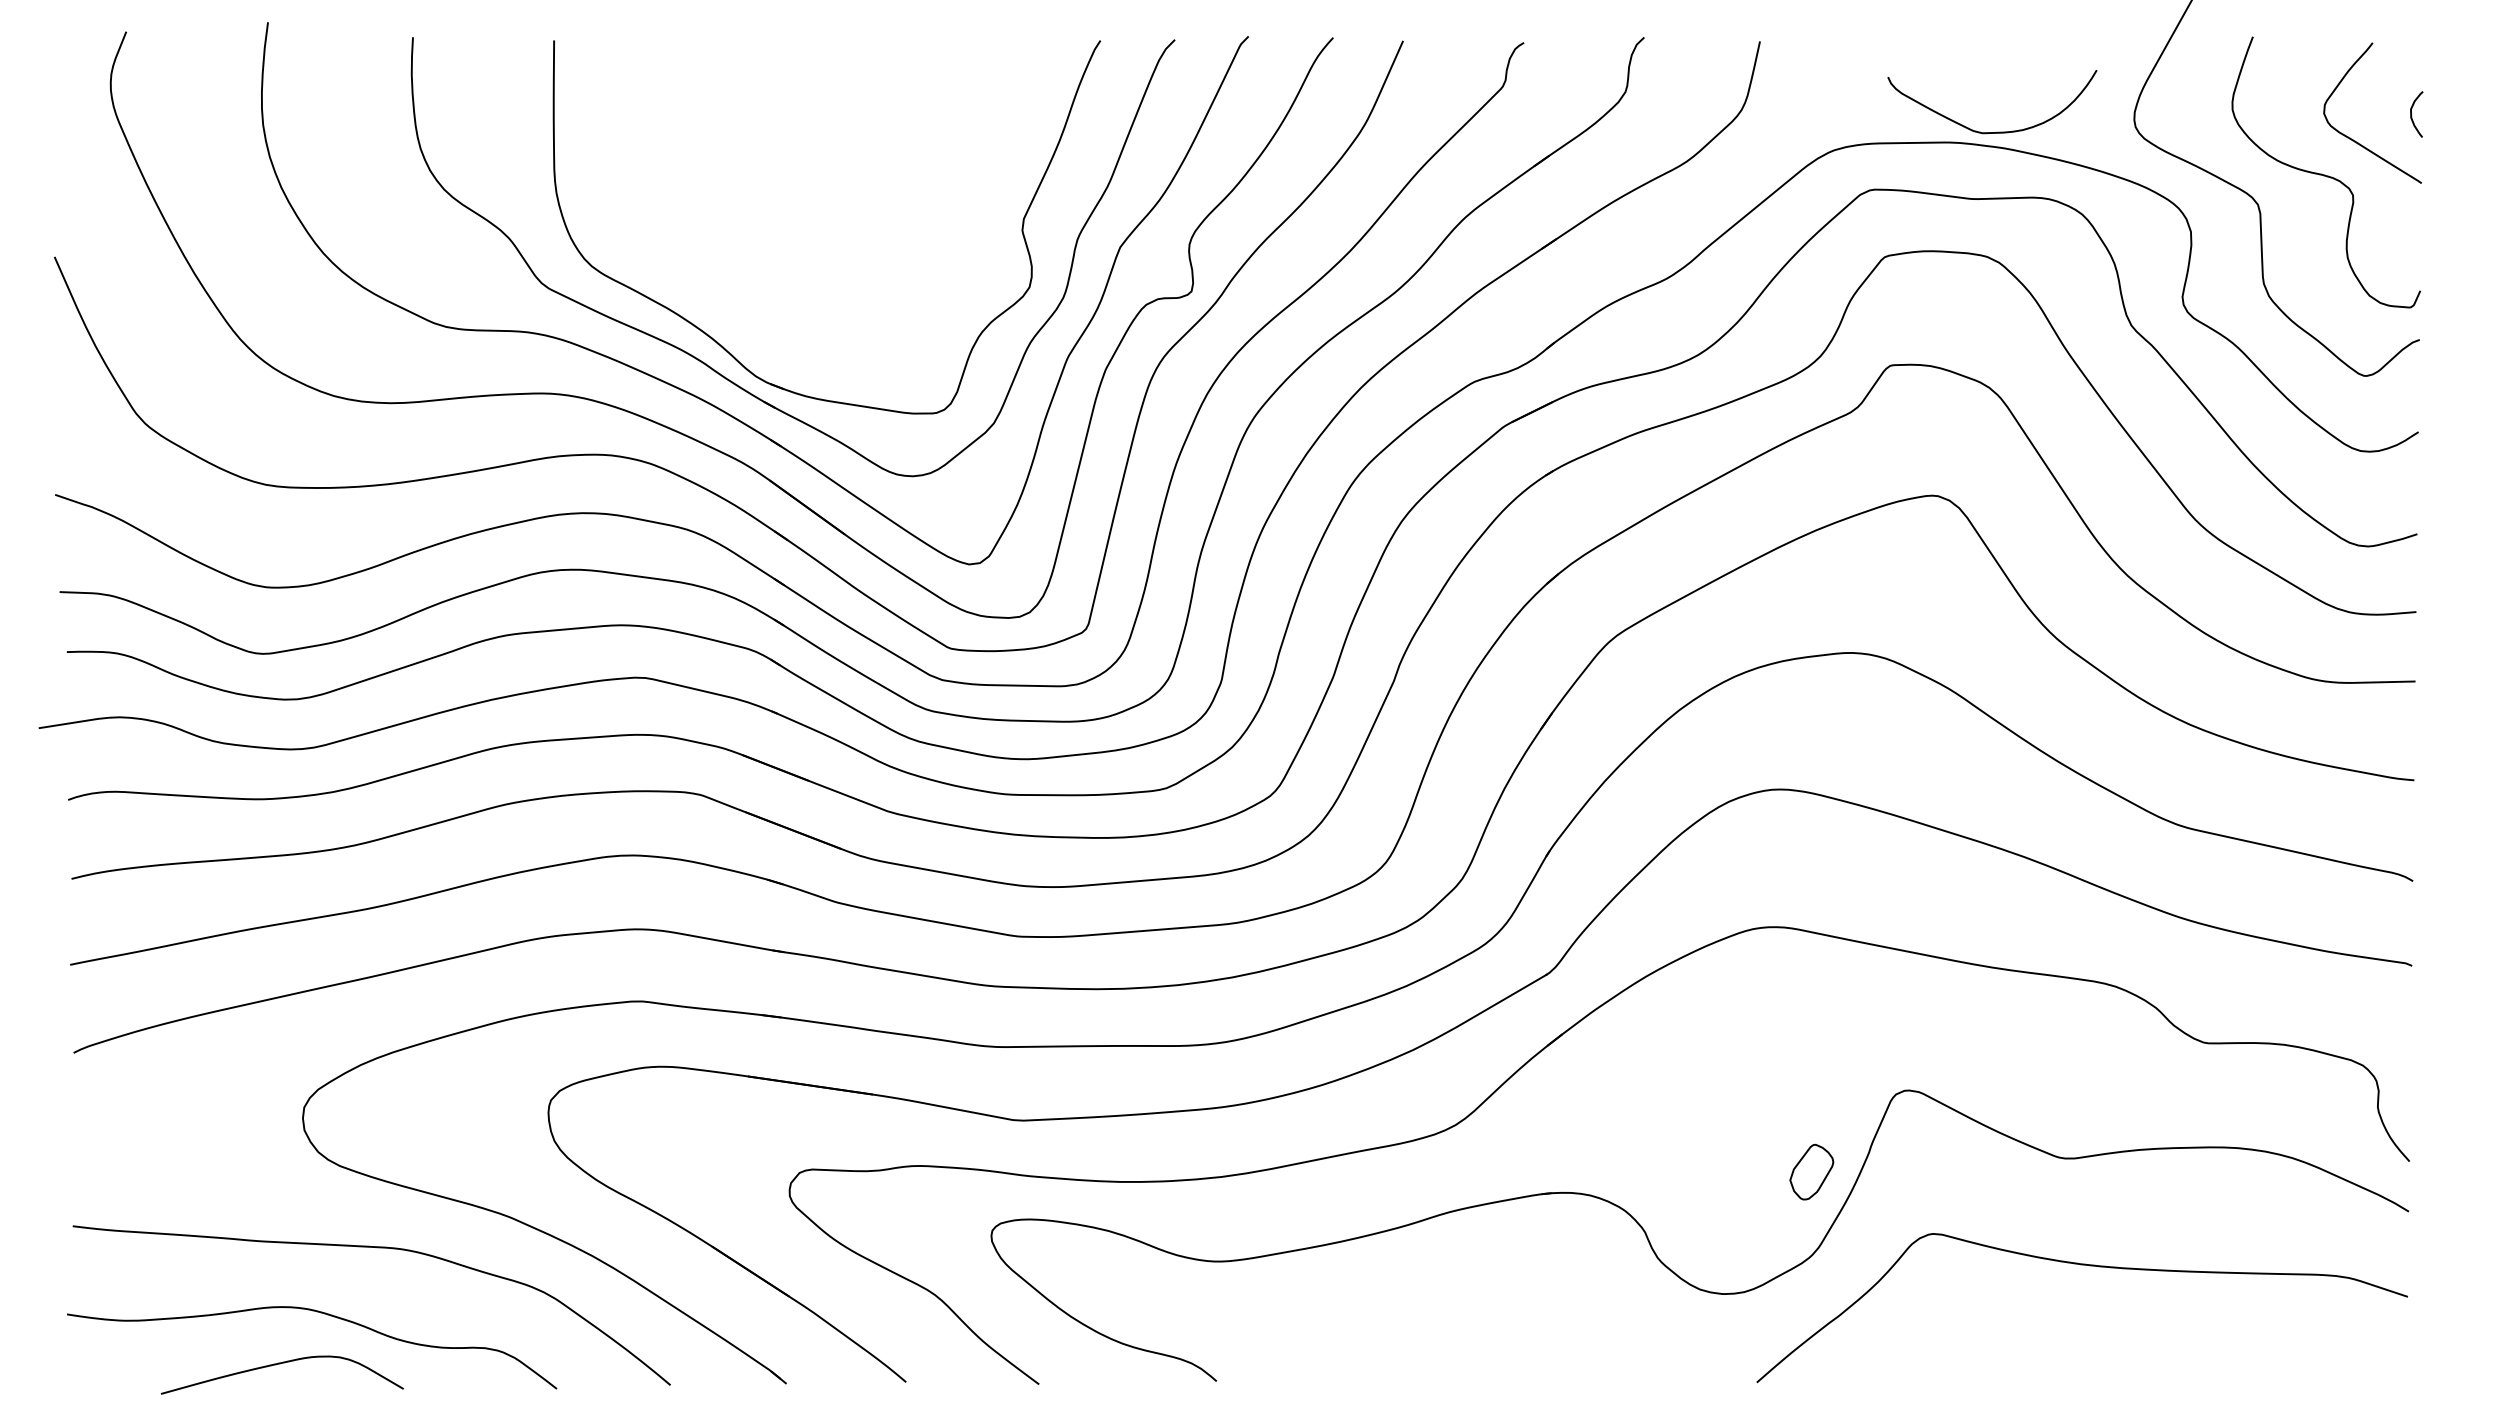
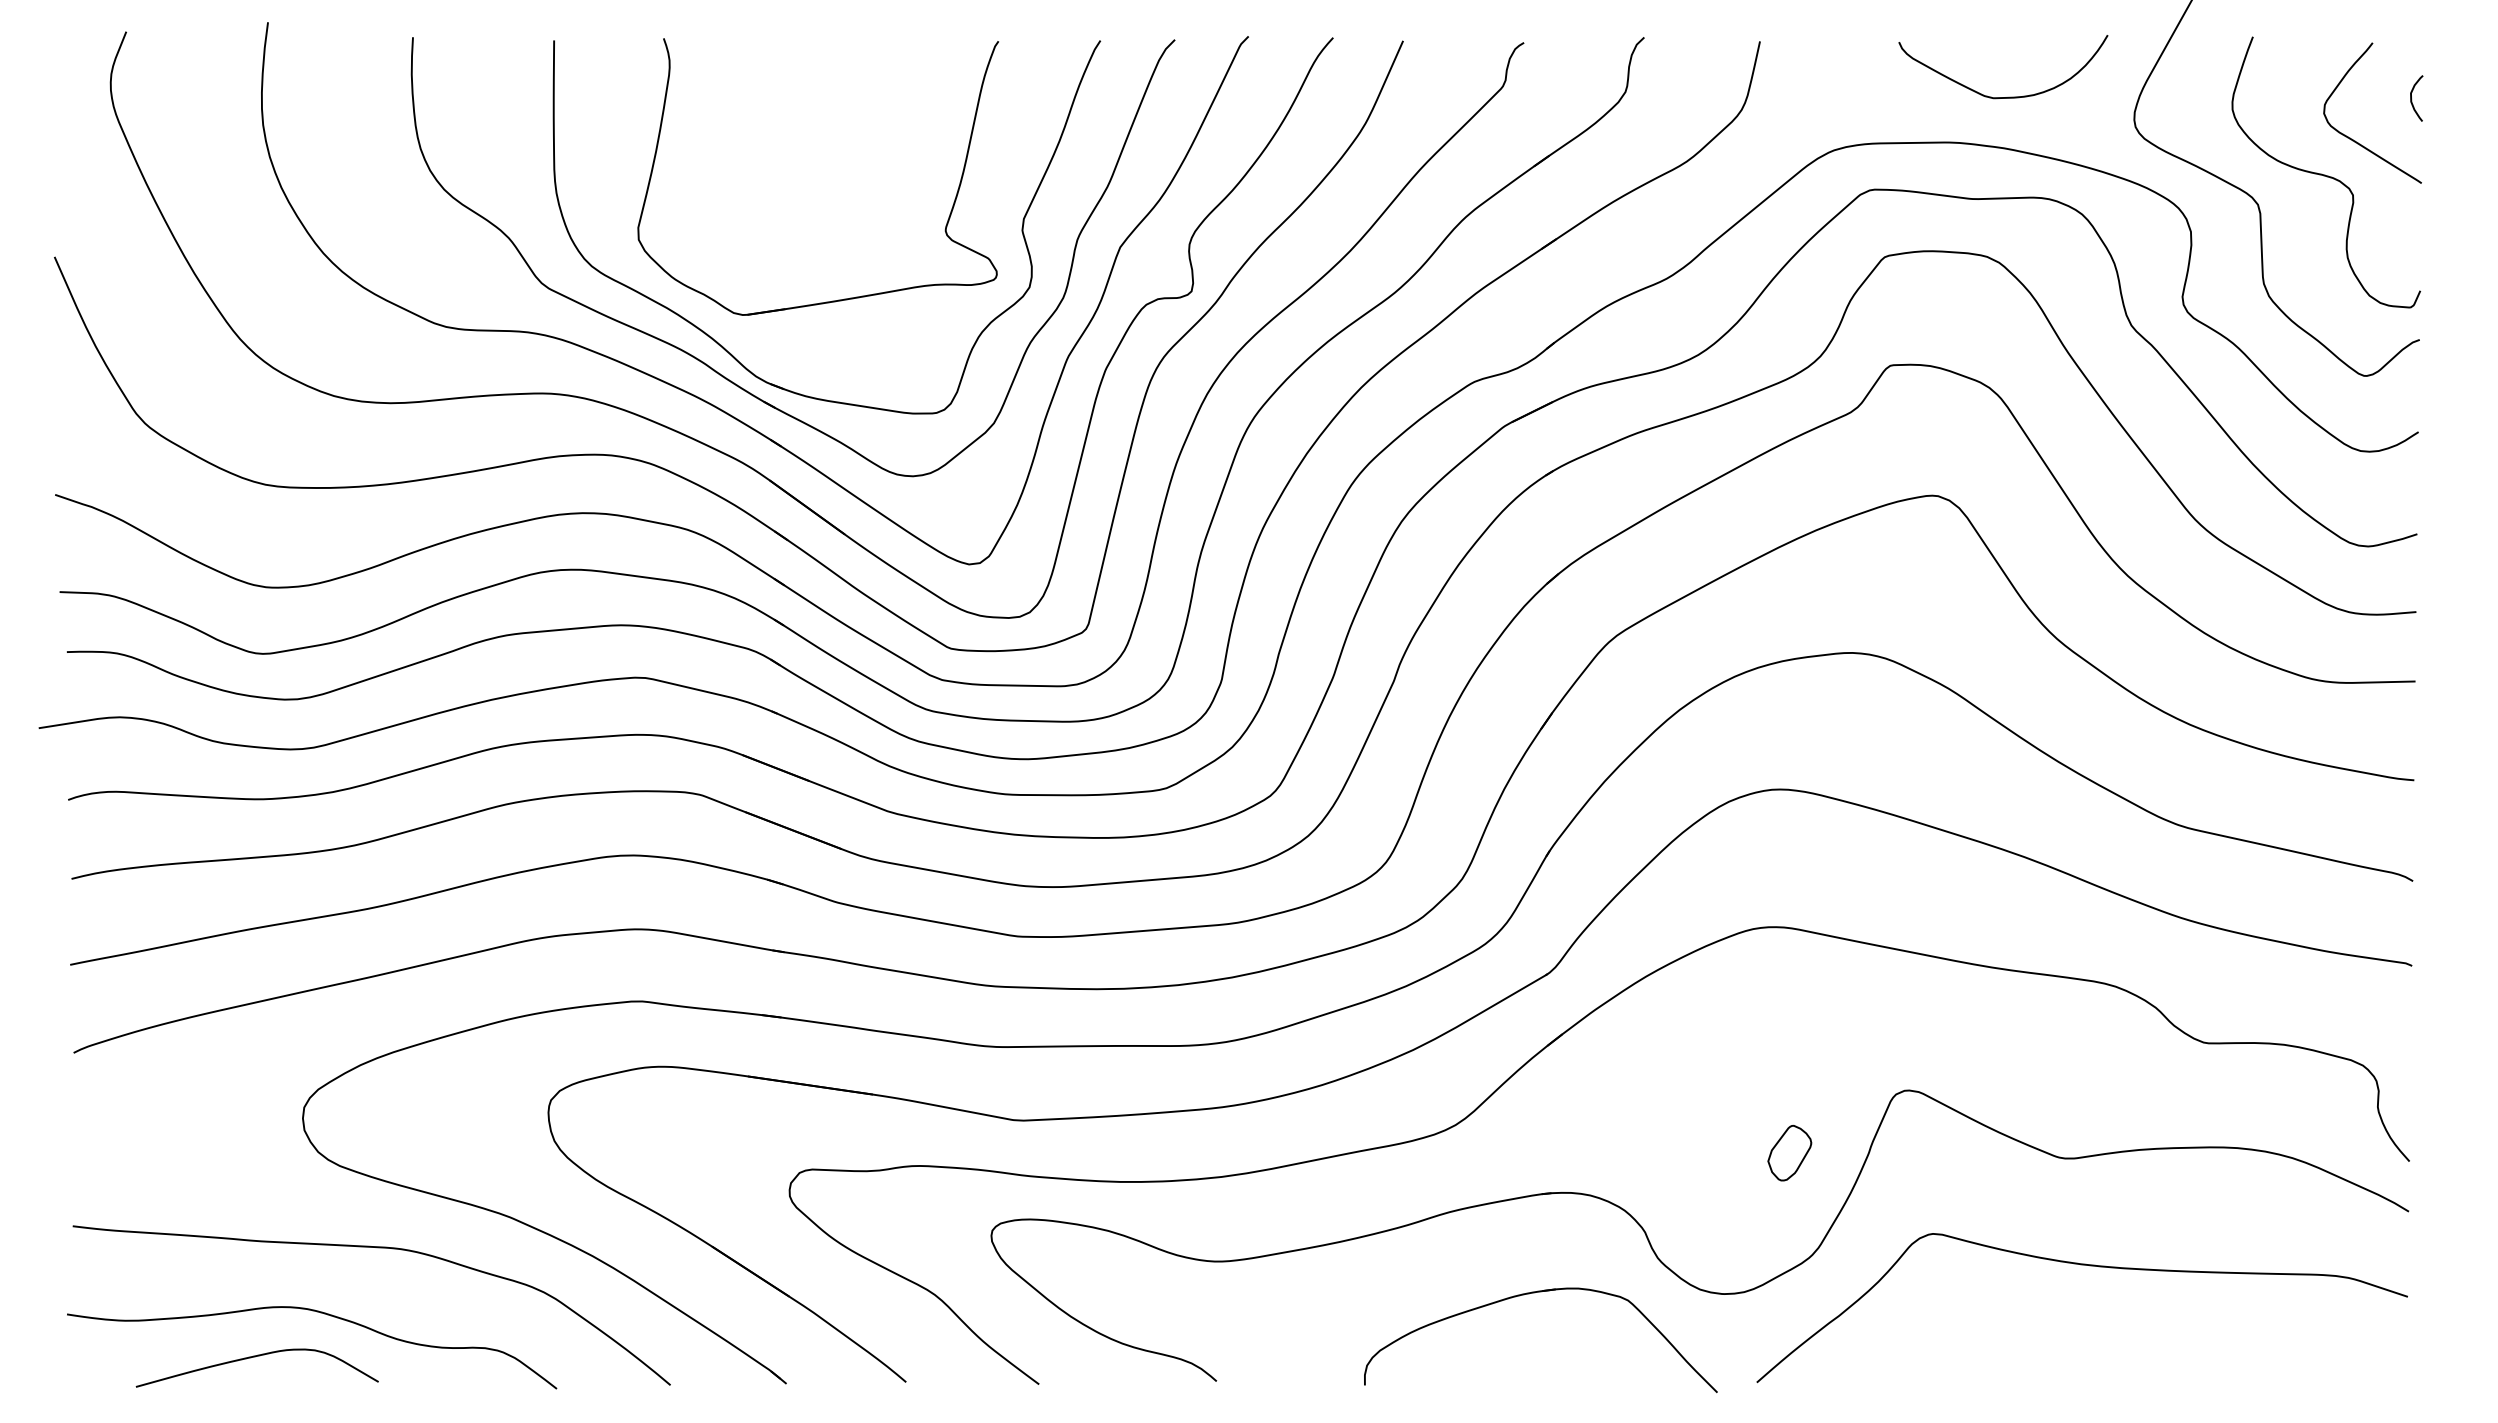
curve at (2412, 115) position: (2412, 115) -> (2412, 99)
curve at (1997, 131) position: (1997, 131) -> (2008, 96)
part at (838, 299): none -> present
part at (1811, 1172) position: (1811, 1172) -> (1789, 1153)
part at (1529, 1294): none -> present
curve at (280, 1364) position: (280, 1364) -> (255, 1357)
